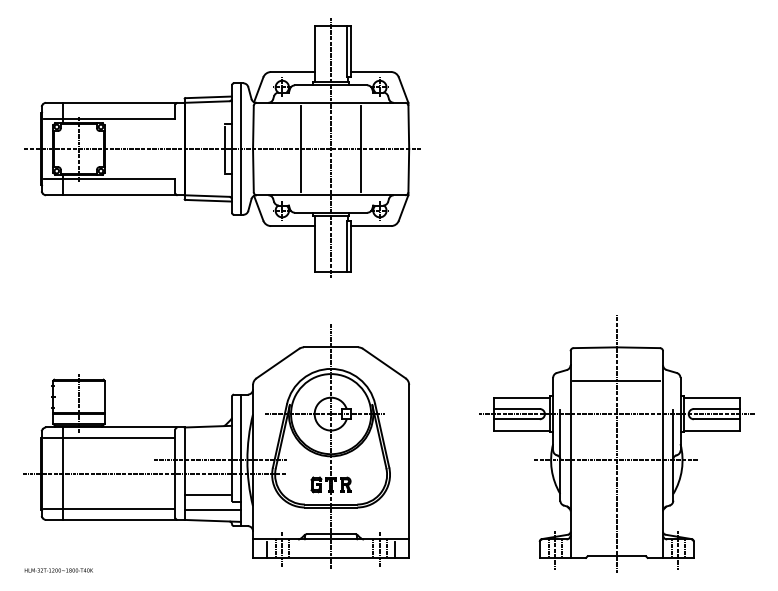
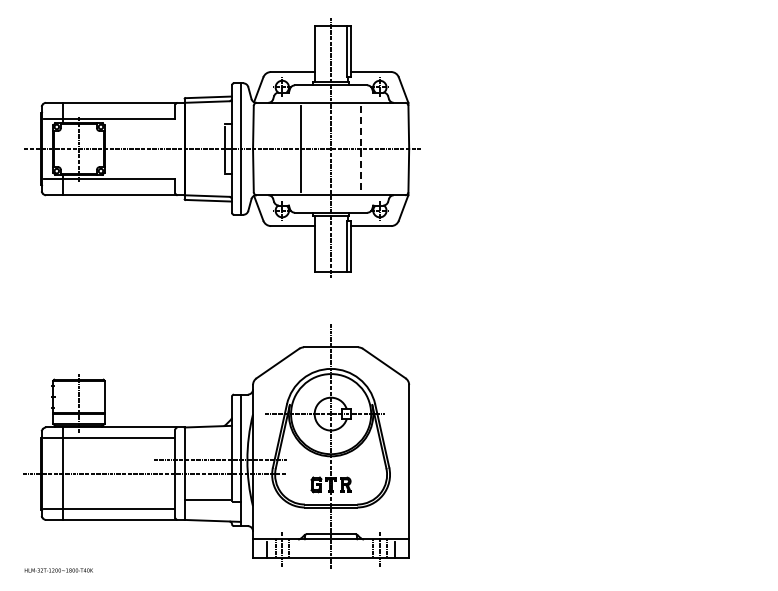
line at (360, 149): solid -> dashed
part at (616, 443): present -> none
line at (206, 494) position: (206, 494) -> (206, 499)
line at (212, 510): present -> none
